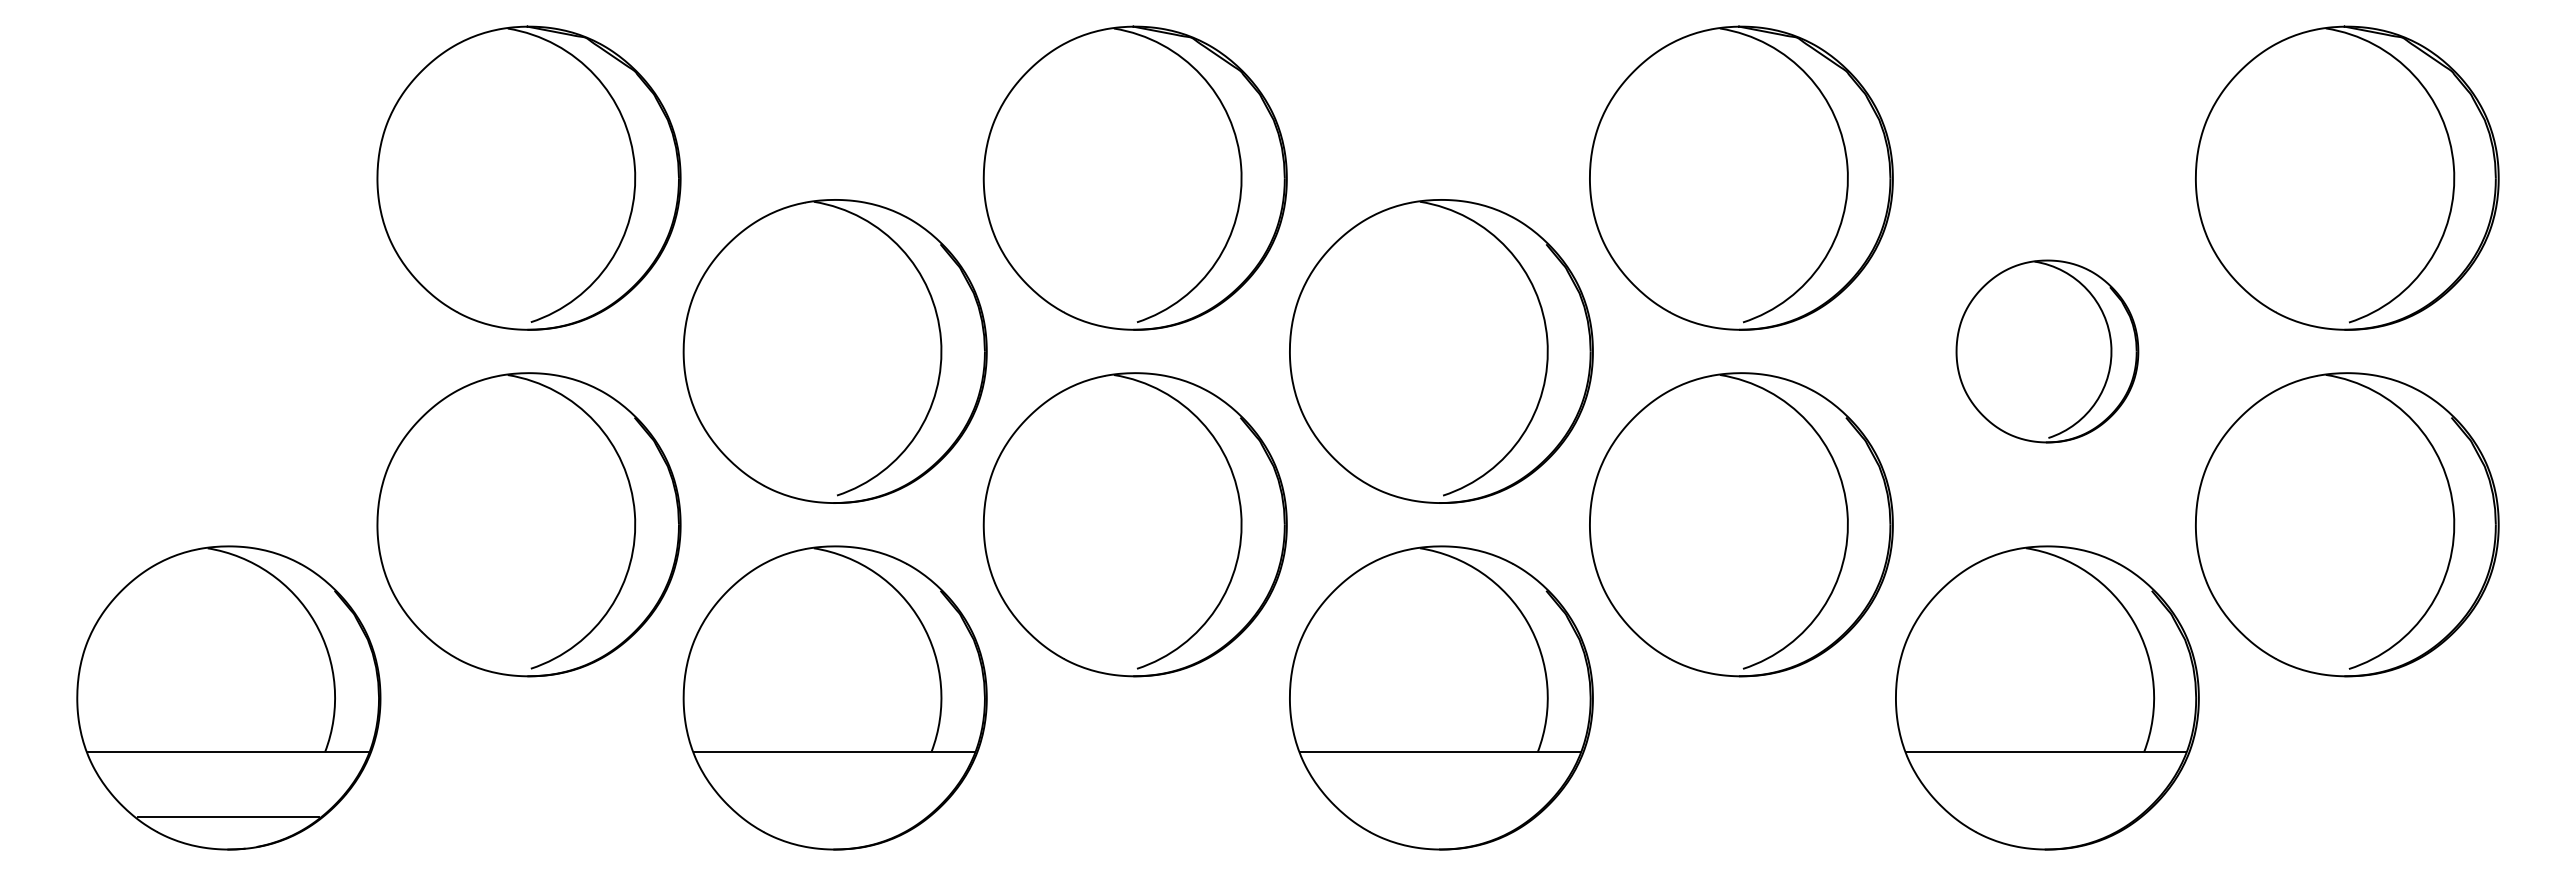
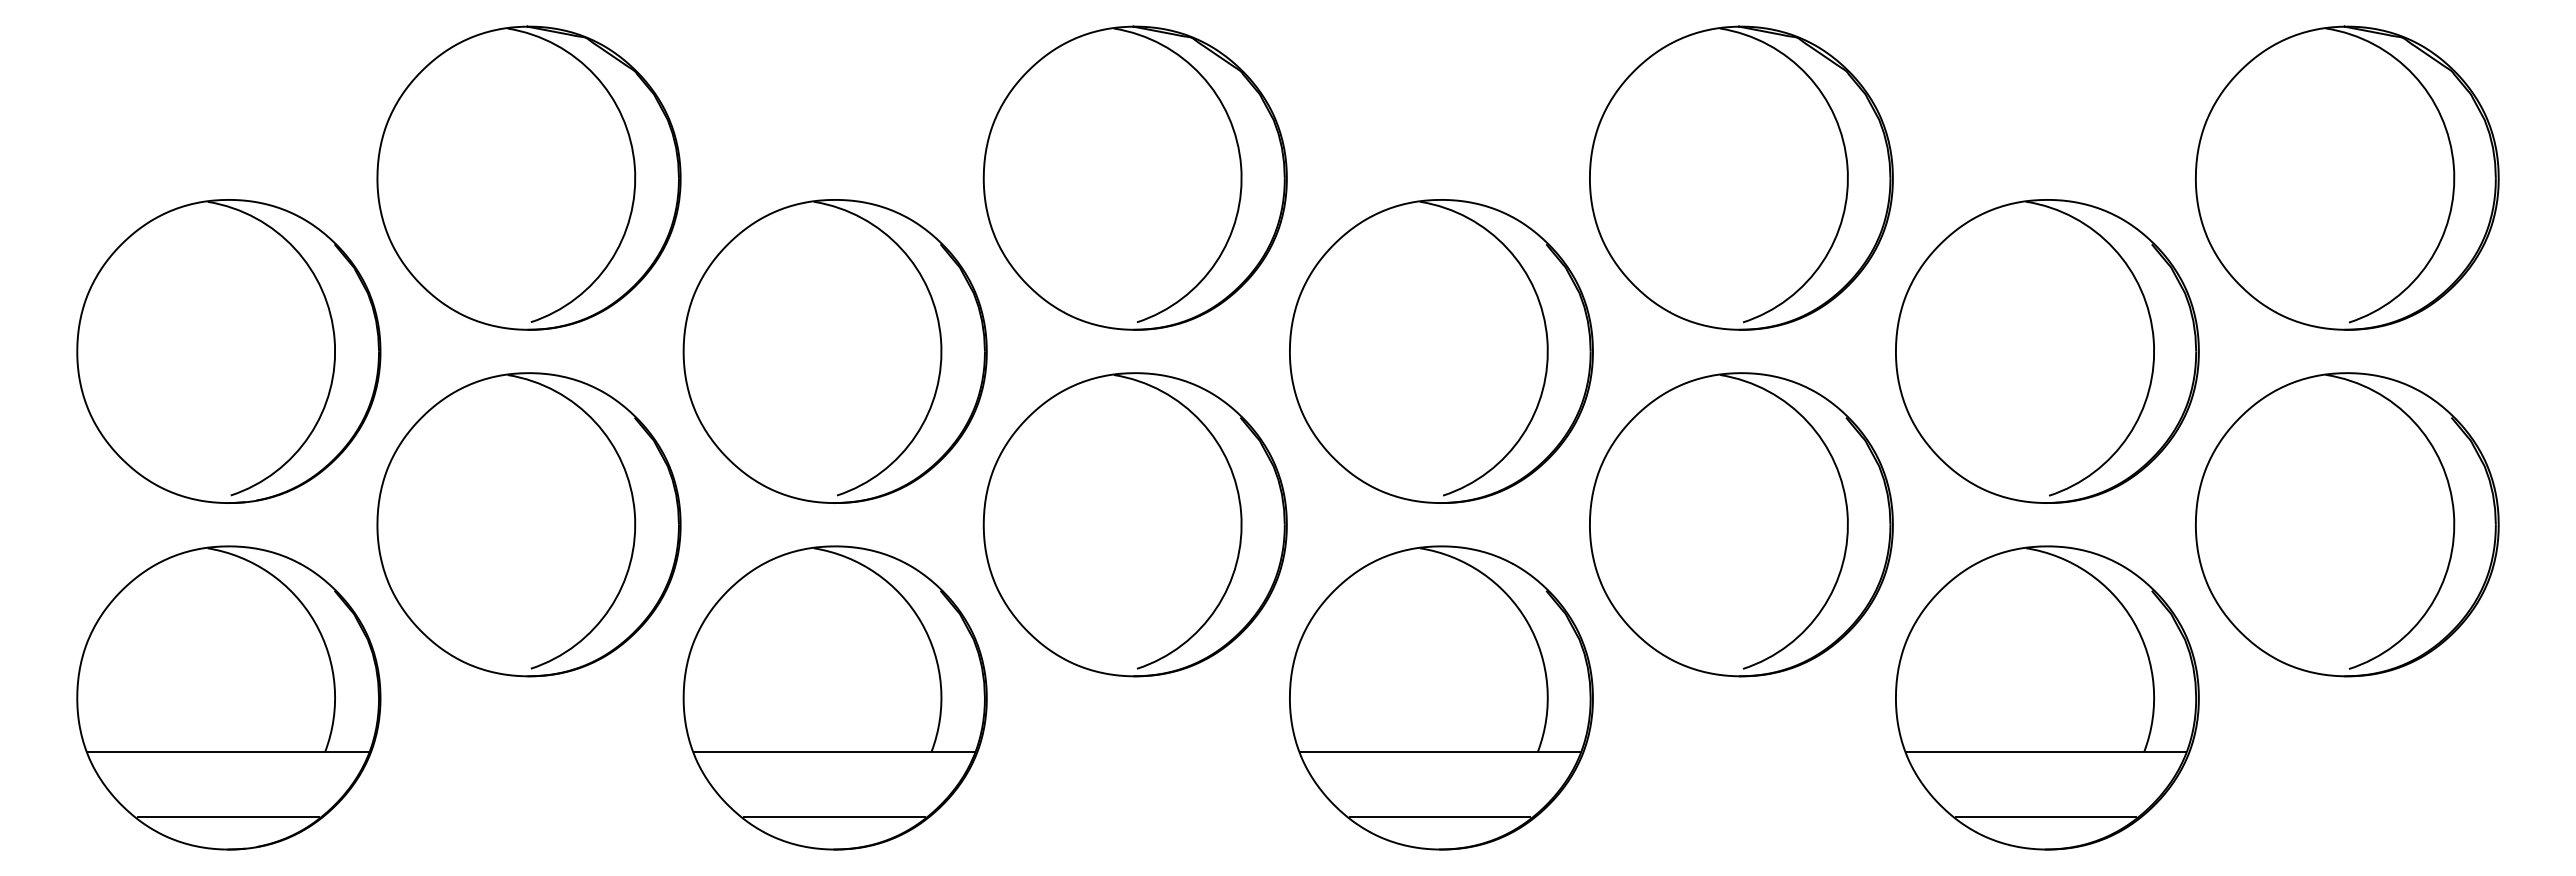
part at (228, 351): none -> present
part at (2047, 351) size: 185x185 px -> 305x305 px
line at (834, 817): none -> present
line at (1440, 817): none -> present
line at (2045, 817): none -> present
